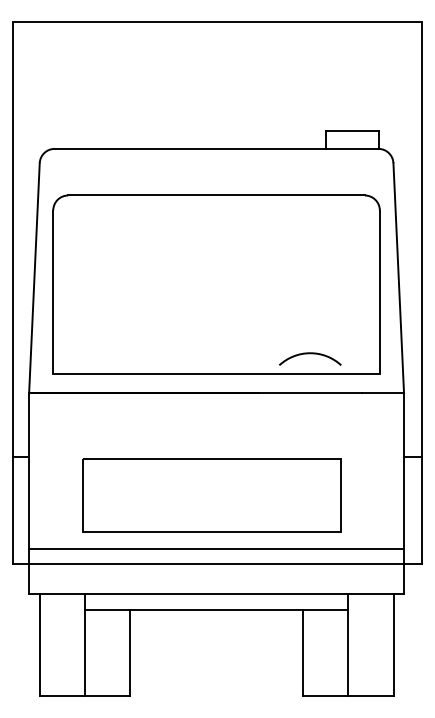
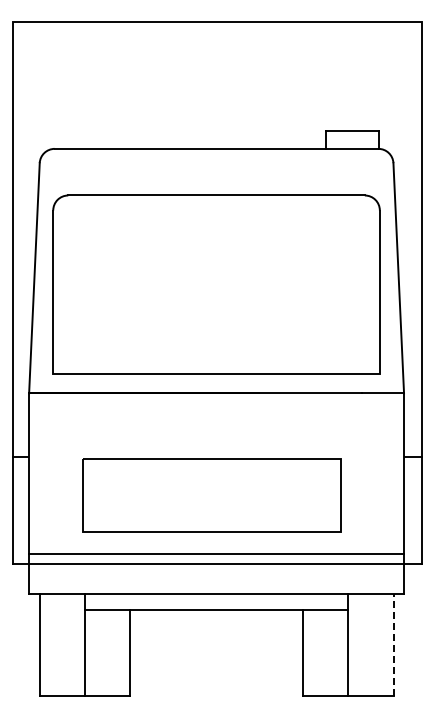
arc at (310, 354): present -> none
line at (216, 549) position: (216, 549) -> (216, 554)
line at (393, 644): solid -> dashed
